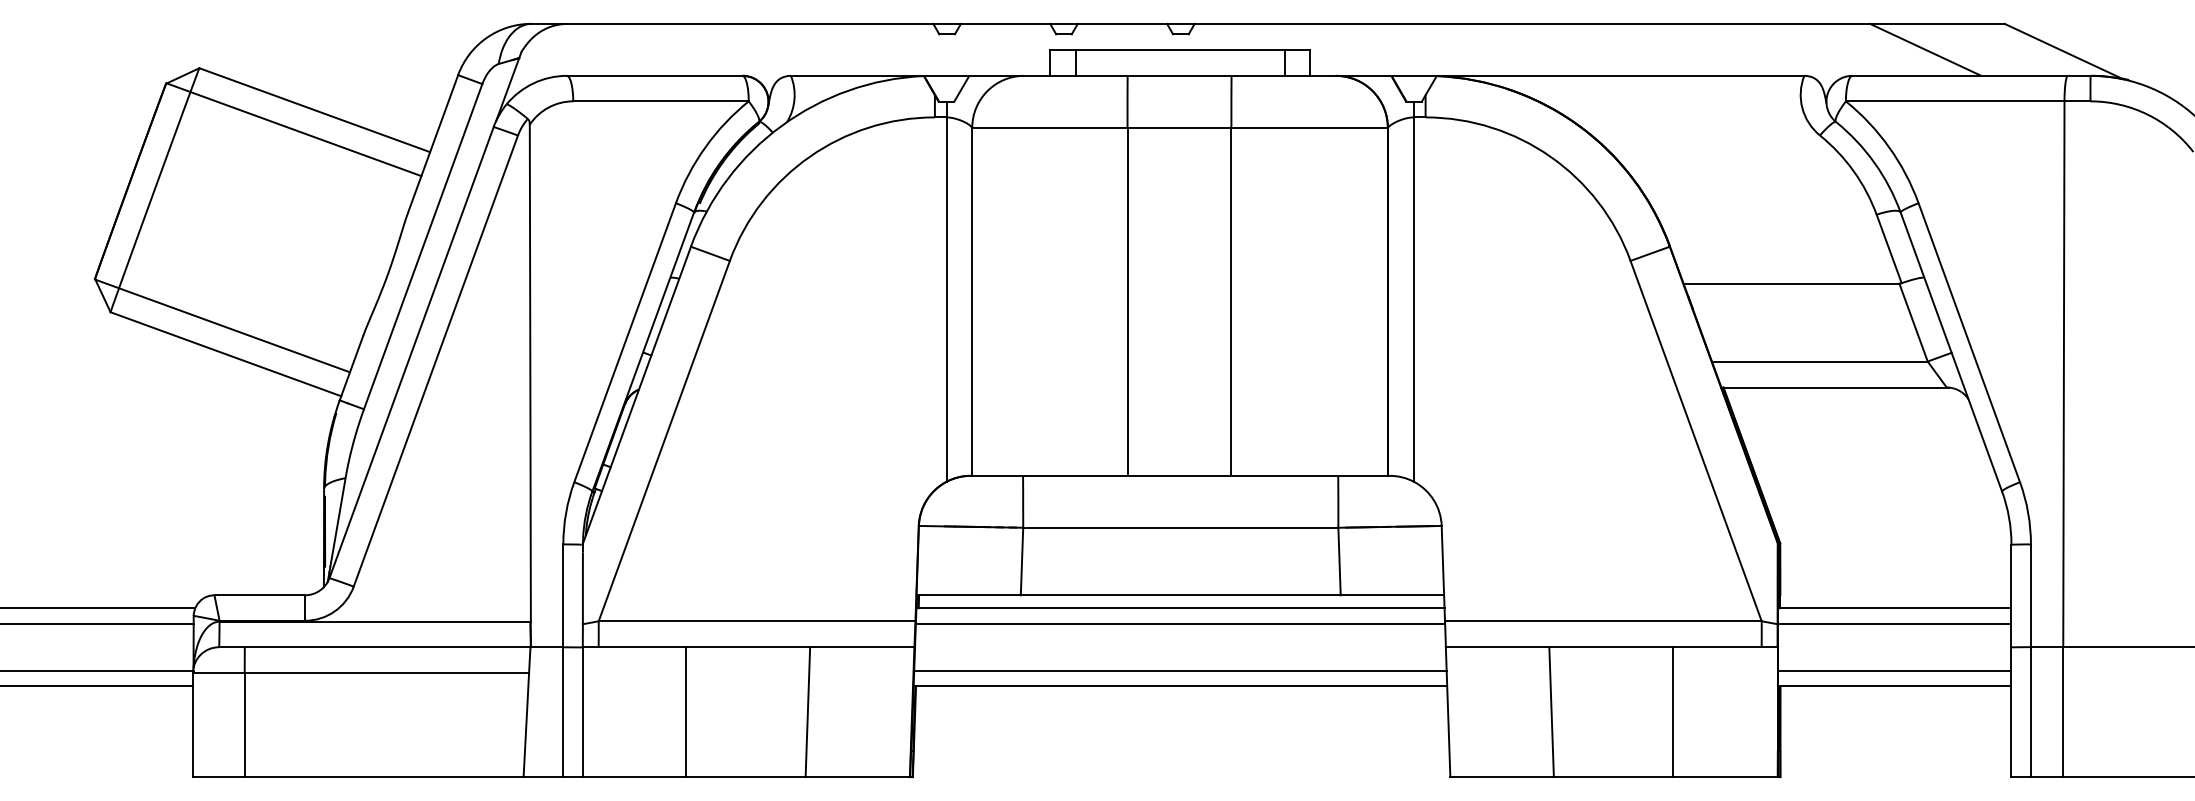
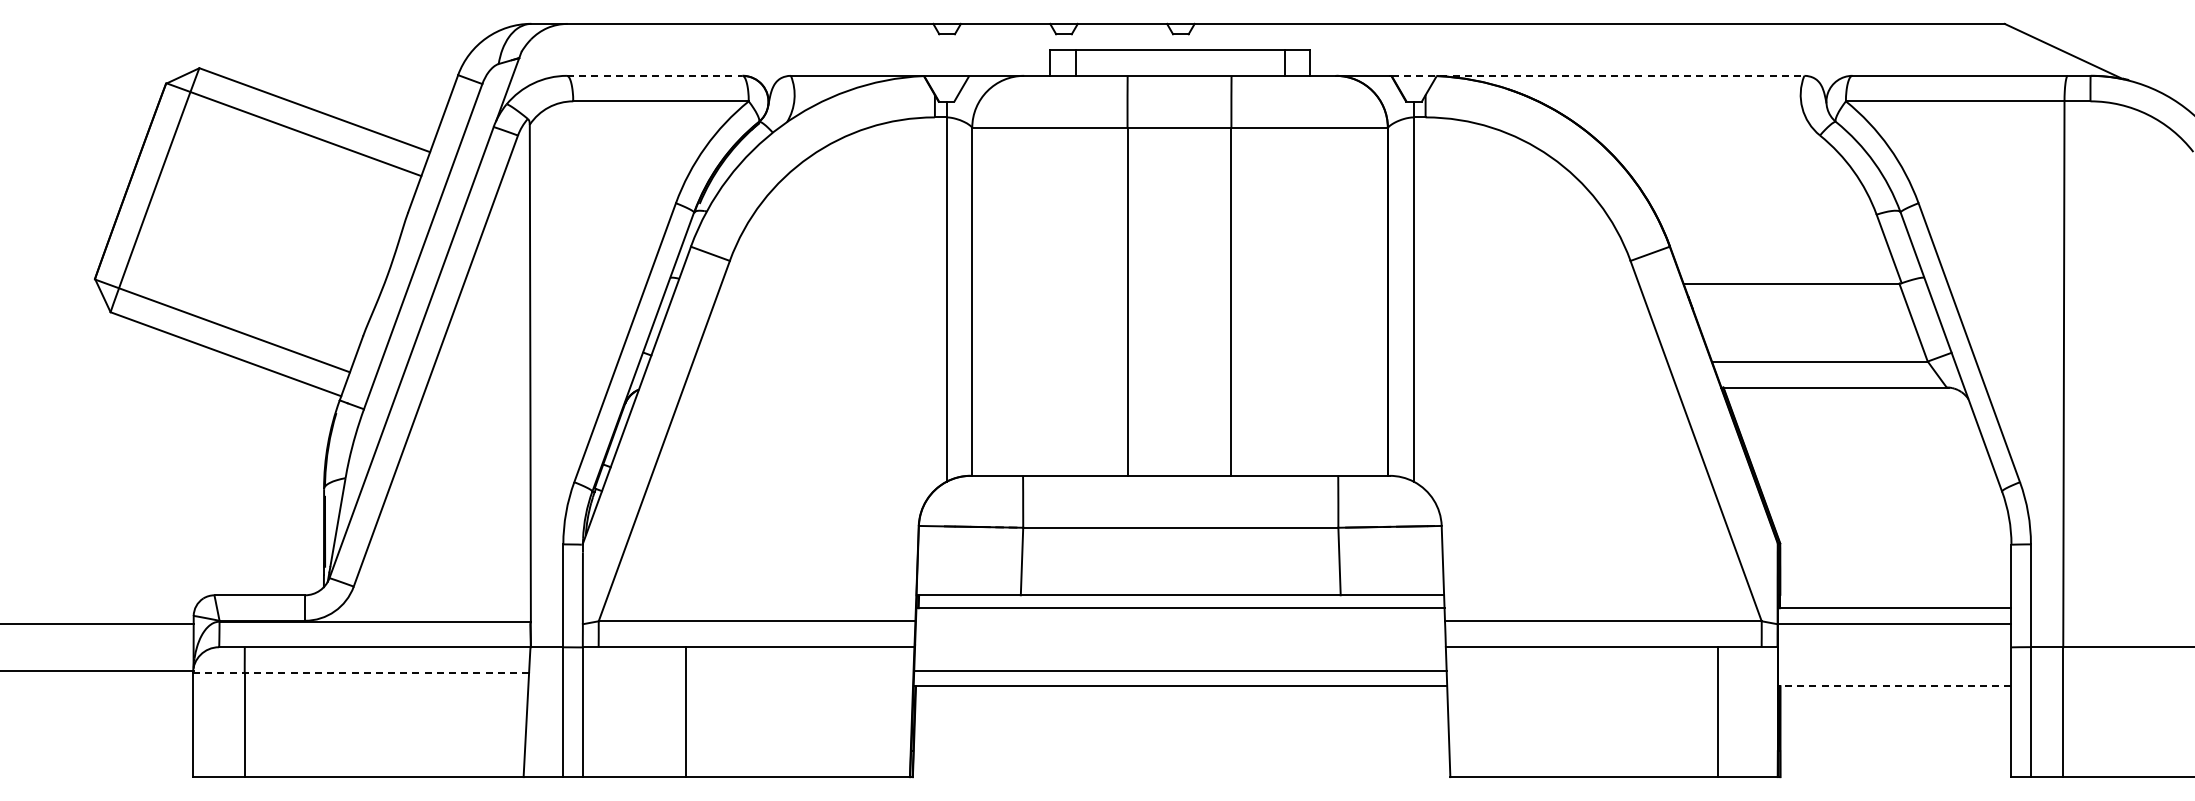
line at (1925, 49): present -> none
line at (654, 75): solid -> dashed
line at (1598, 75): solid -> dashed
line at (98, 608): present -> none
line at (1180, 623): present -> none
line at (1894, 670): present -> none
line at (361, 673): solid -> dashed
line at (97, 686): present -> none
line at (1894, 686): solid -> dashed
line at (807, 712): present -> none
line at (1551, 712): present -> none
line at (1673, 712) position: (1673, 712) -> (1718, 712)
